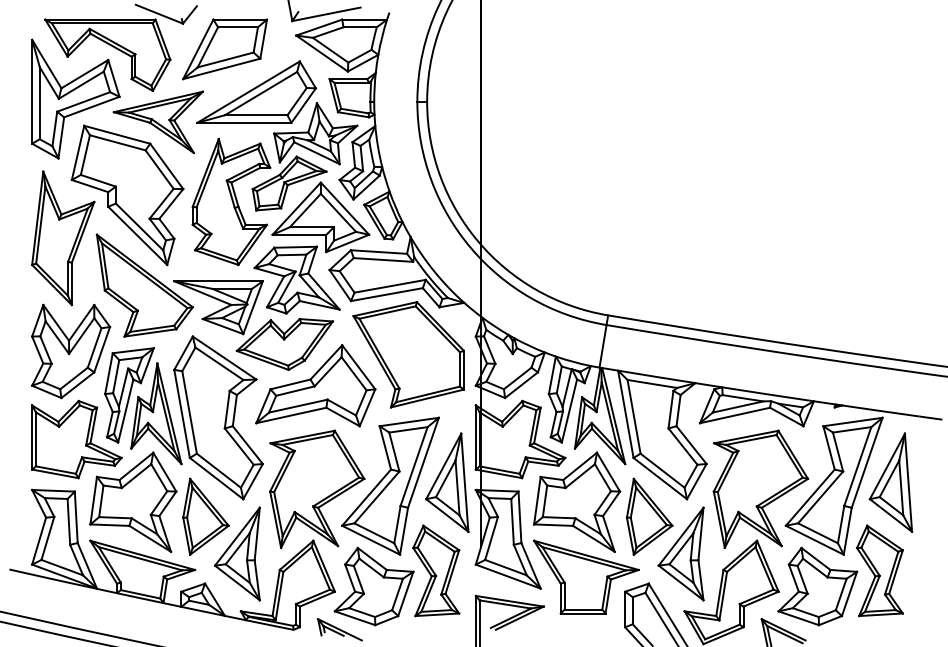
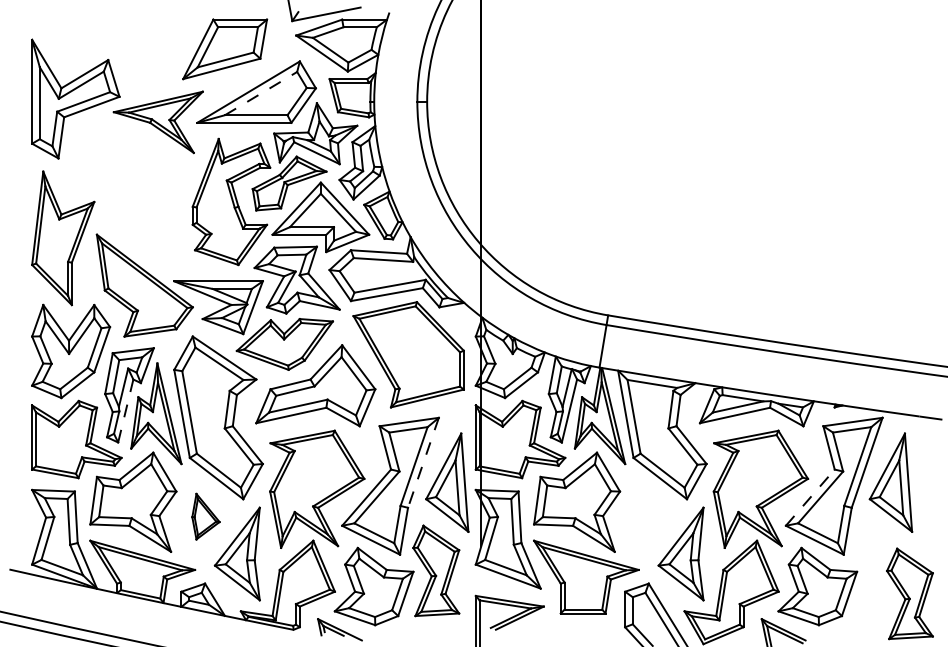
part at (120, 47): present -> none
line at (261, 93): solid -> dashed
part at (127, 195): present -> none
line at (125, 410): solid -> dashed
line at (423, 462): solid -> dashed
line at (810, 497): solid -> dashed
part at (205, 516) size: 48x79 px -> 30x49 px
part at (649, 516): present -> none
part at (879, 570) position: (879, 570) -> (909, 593)
